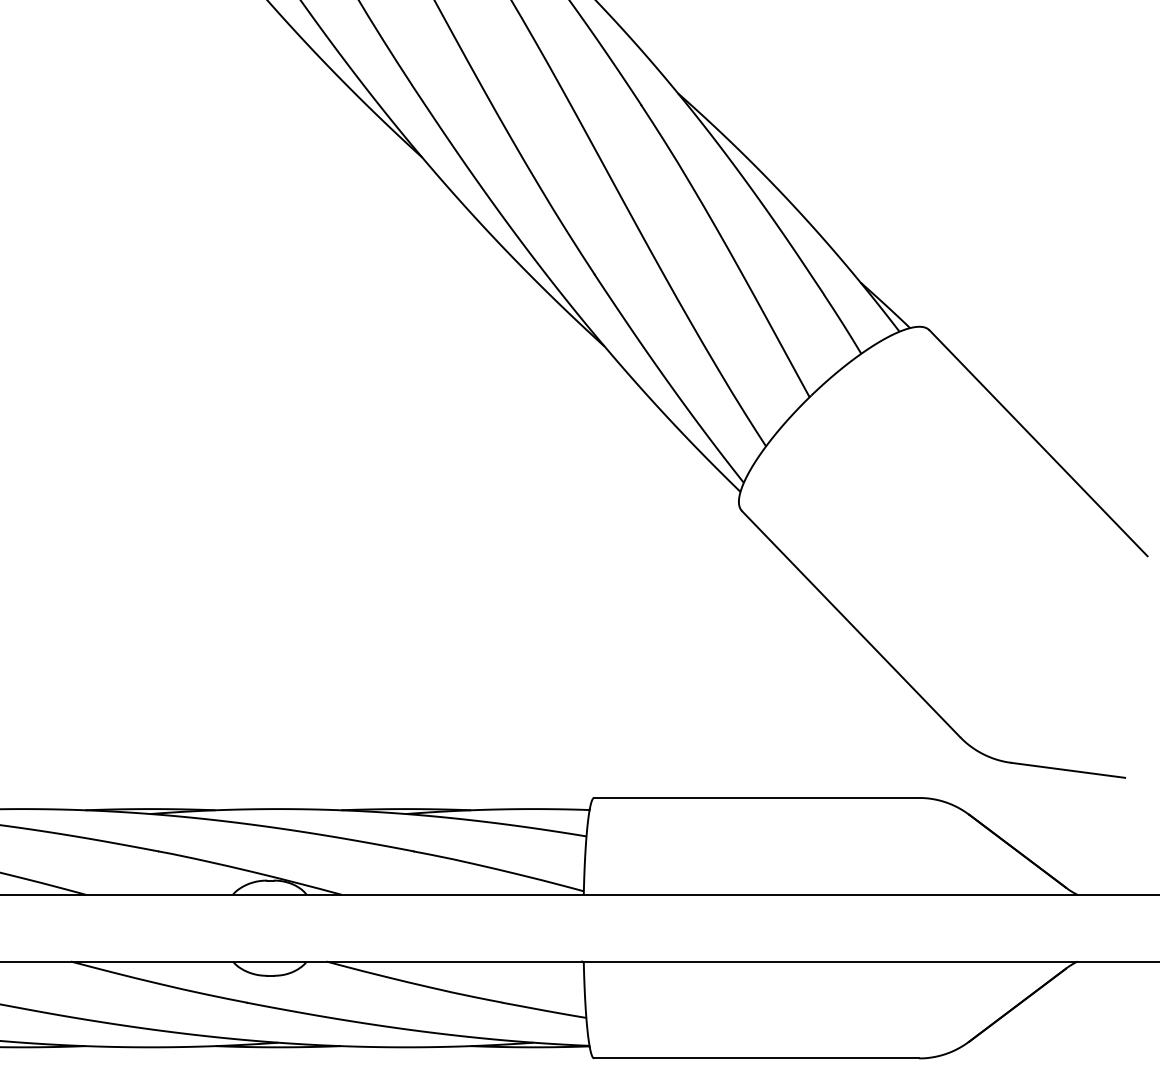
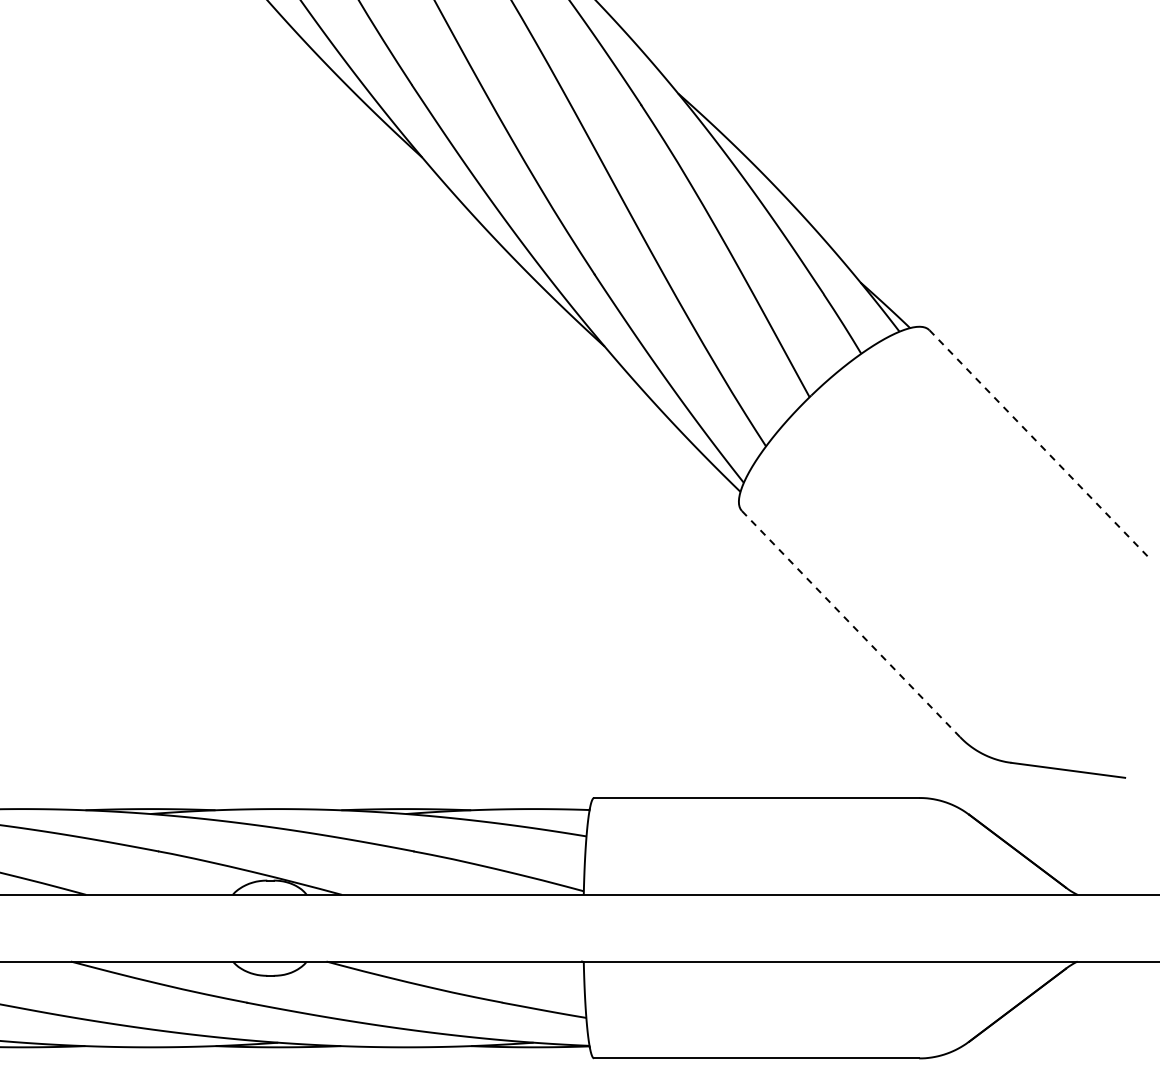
line at (1038, 442): solid -> dashed
line at (851, 624): solid -> dashed
